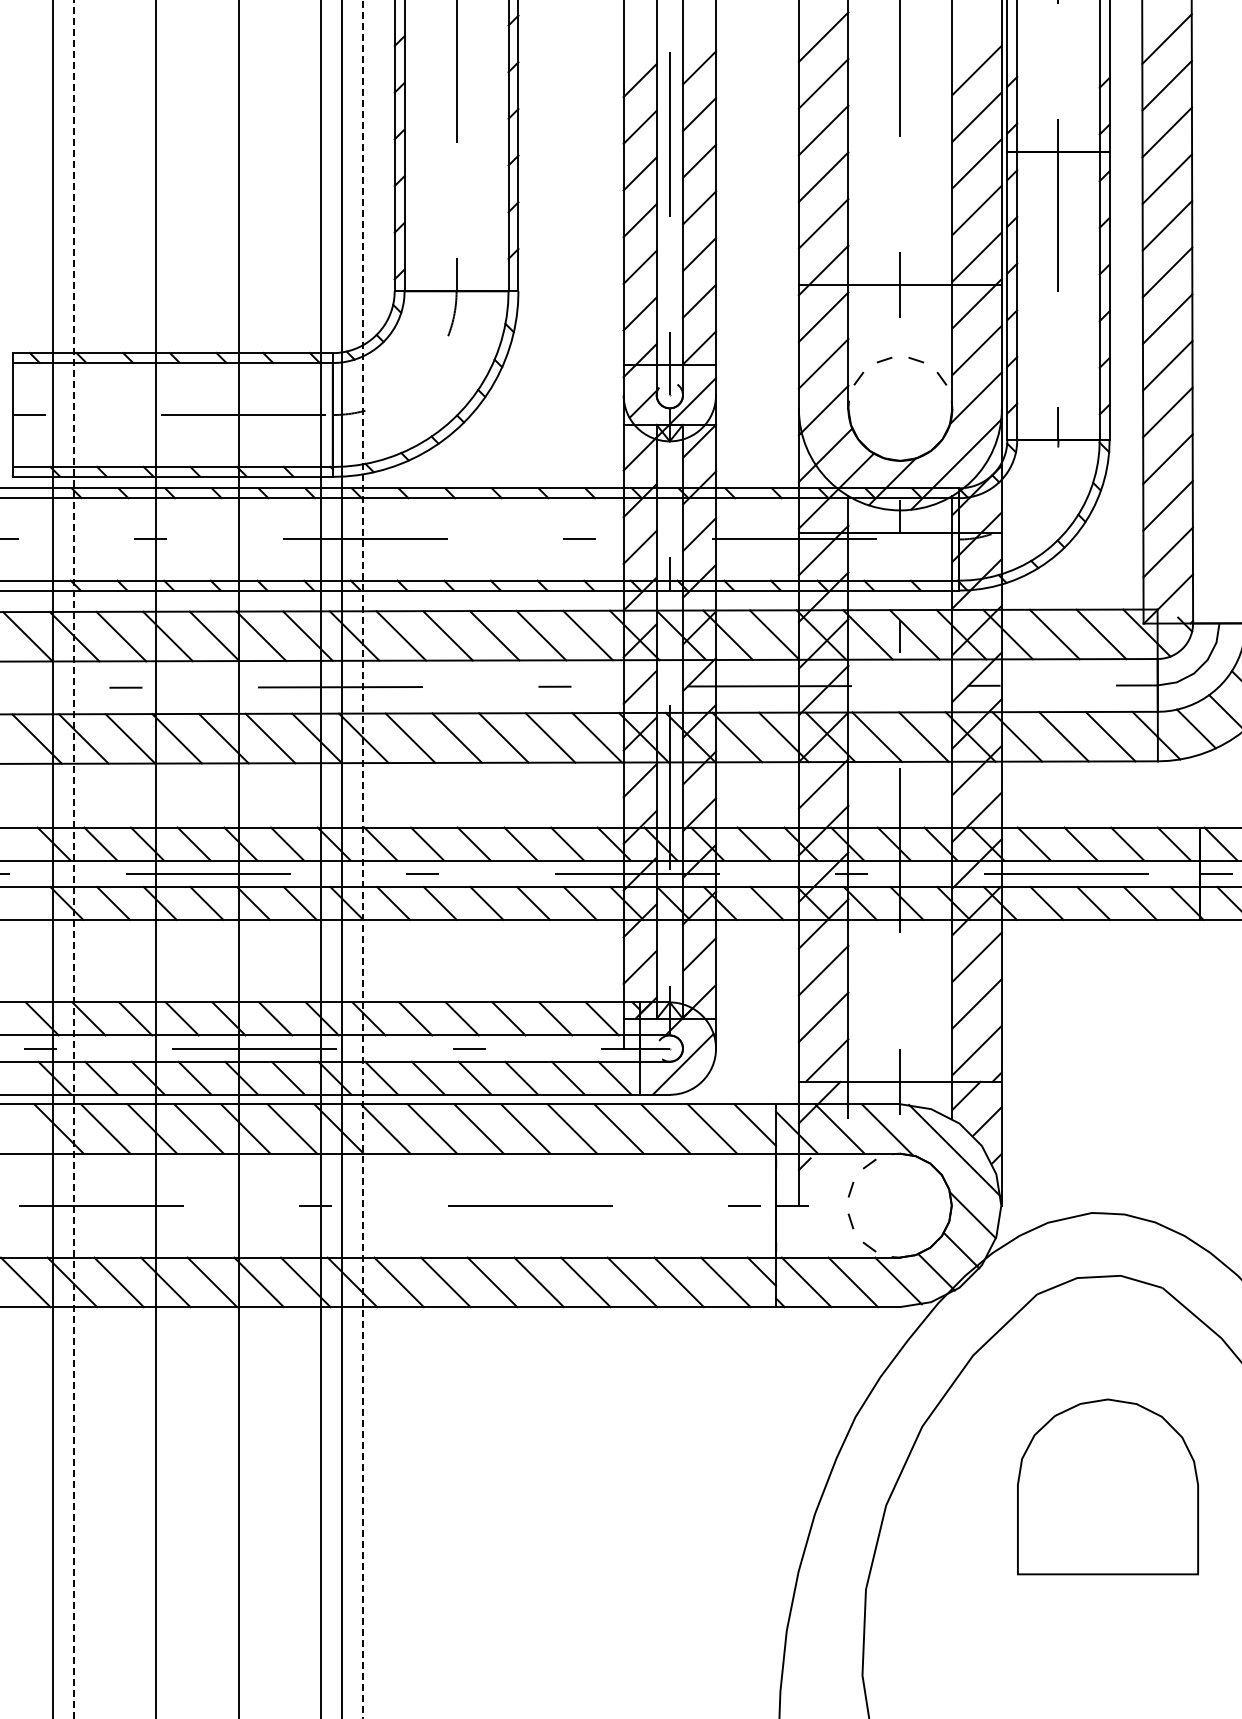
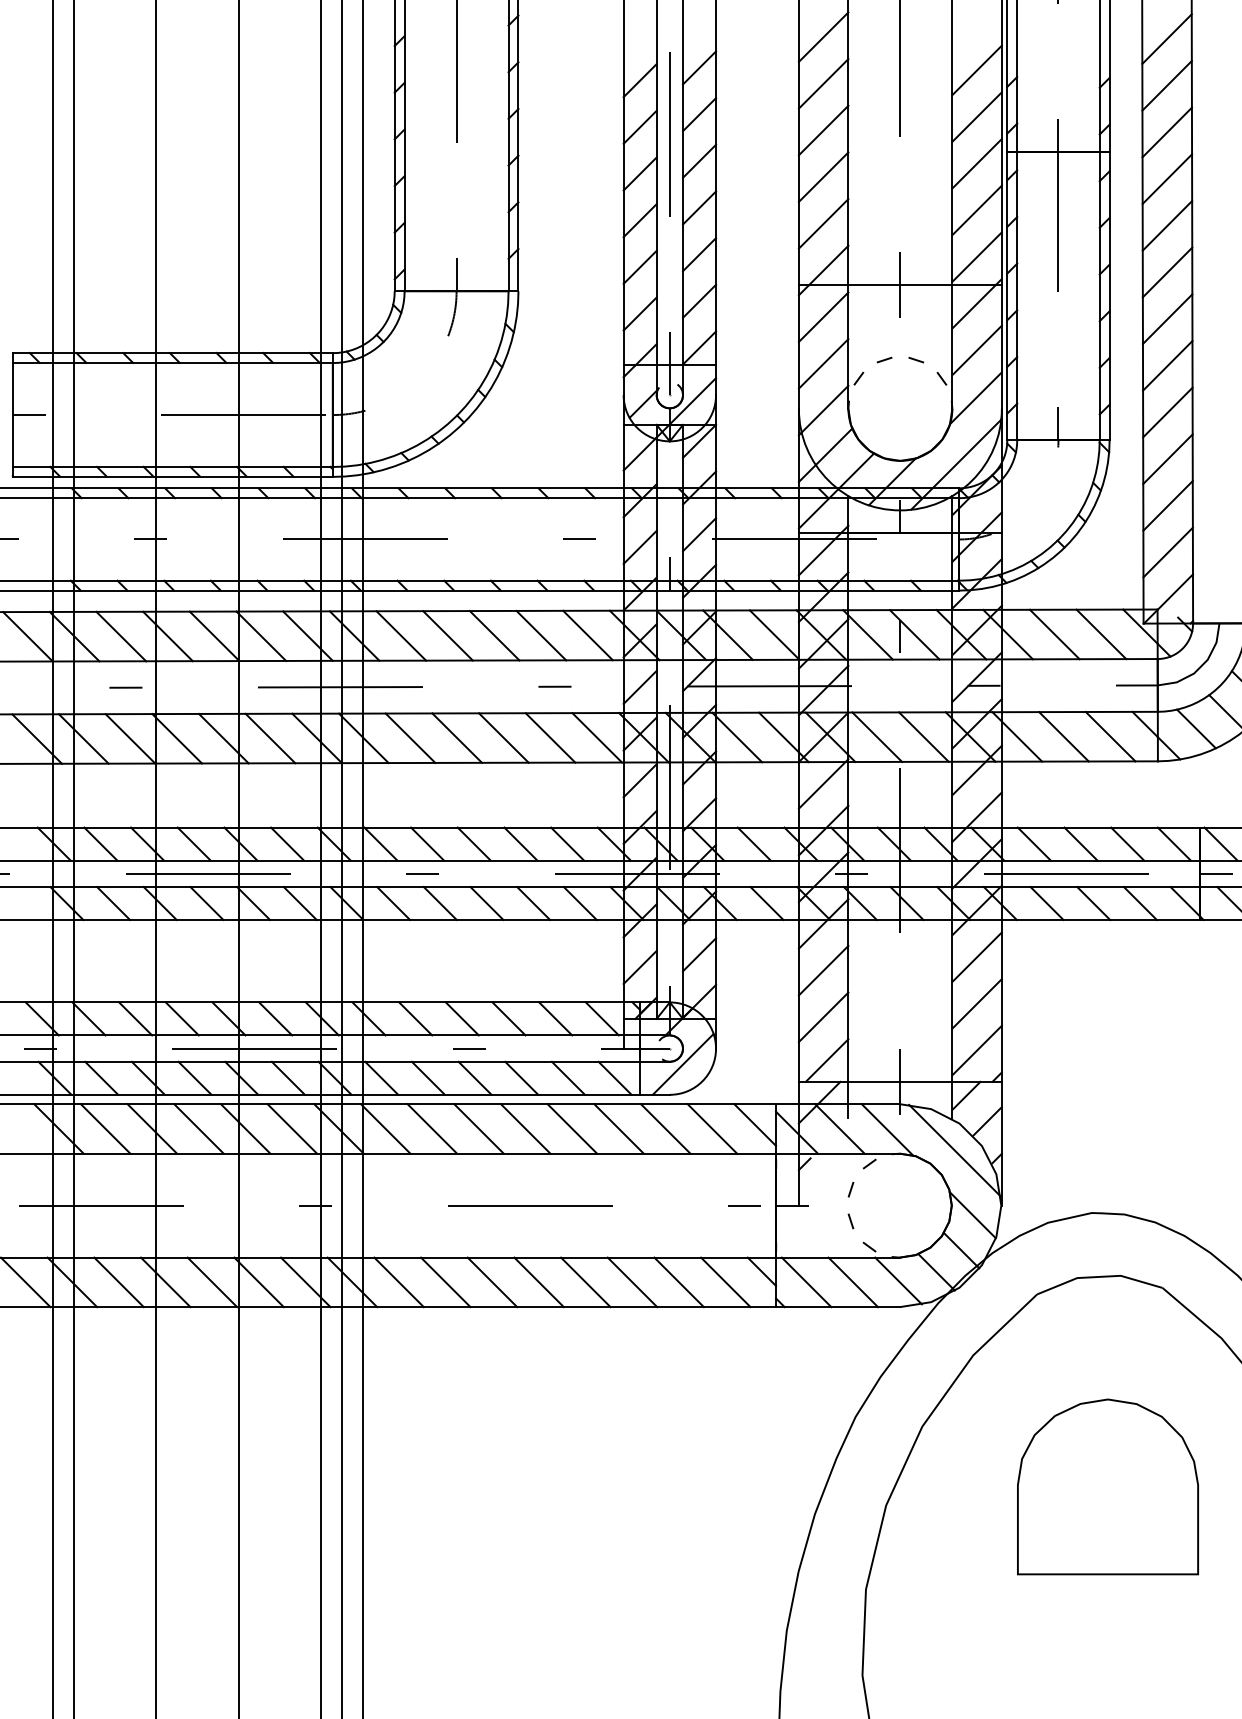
line at (73, 859): dashed -> solid
line at (362, 859): dashed -> solid
